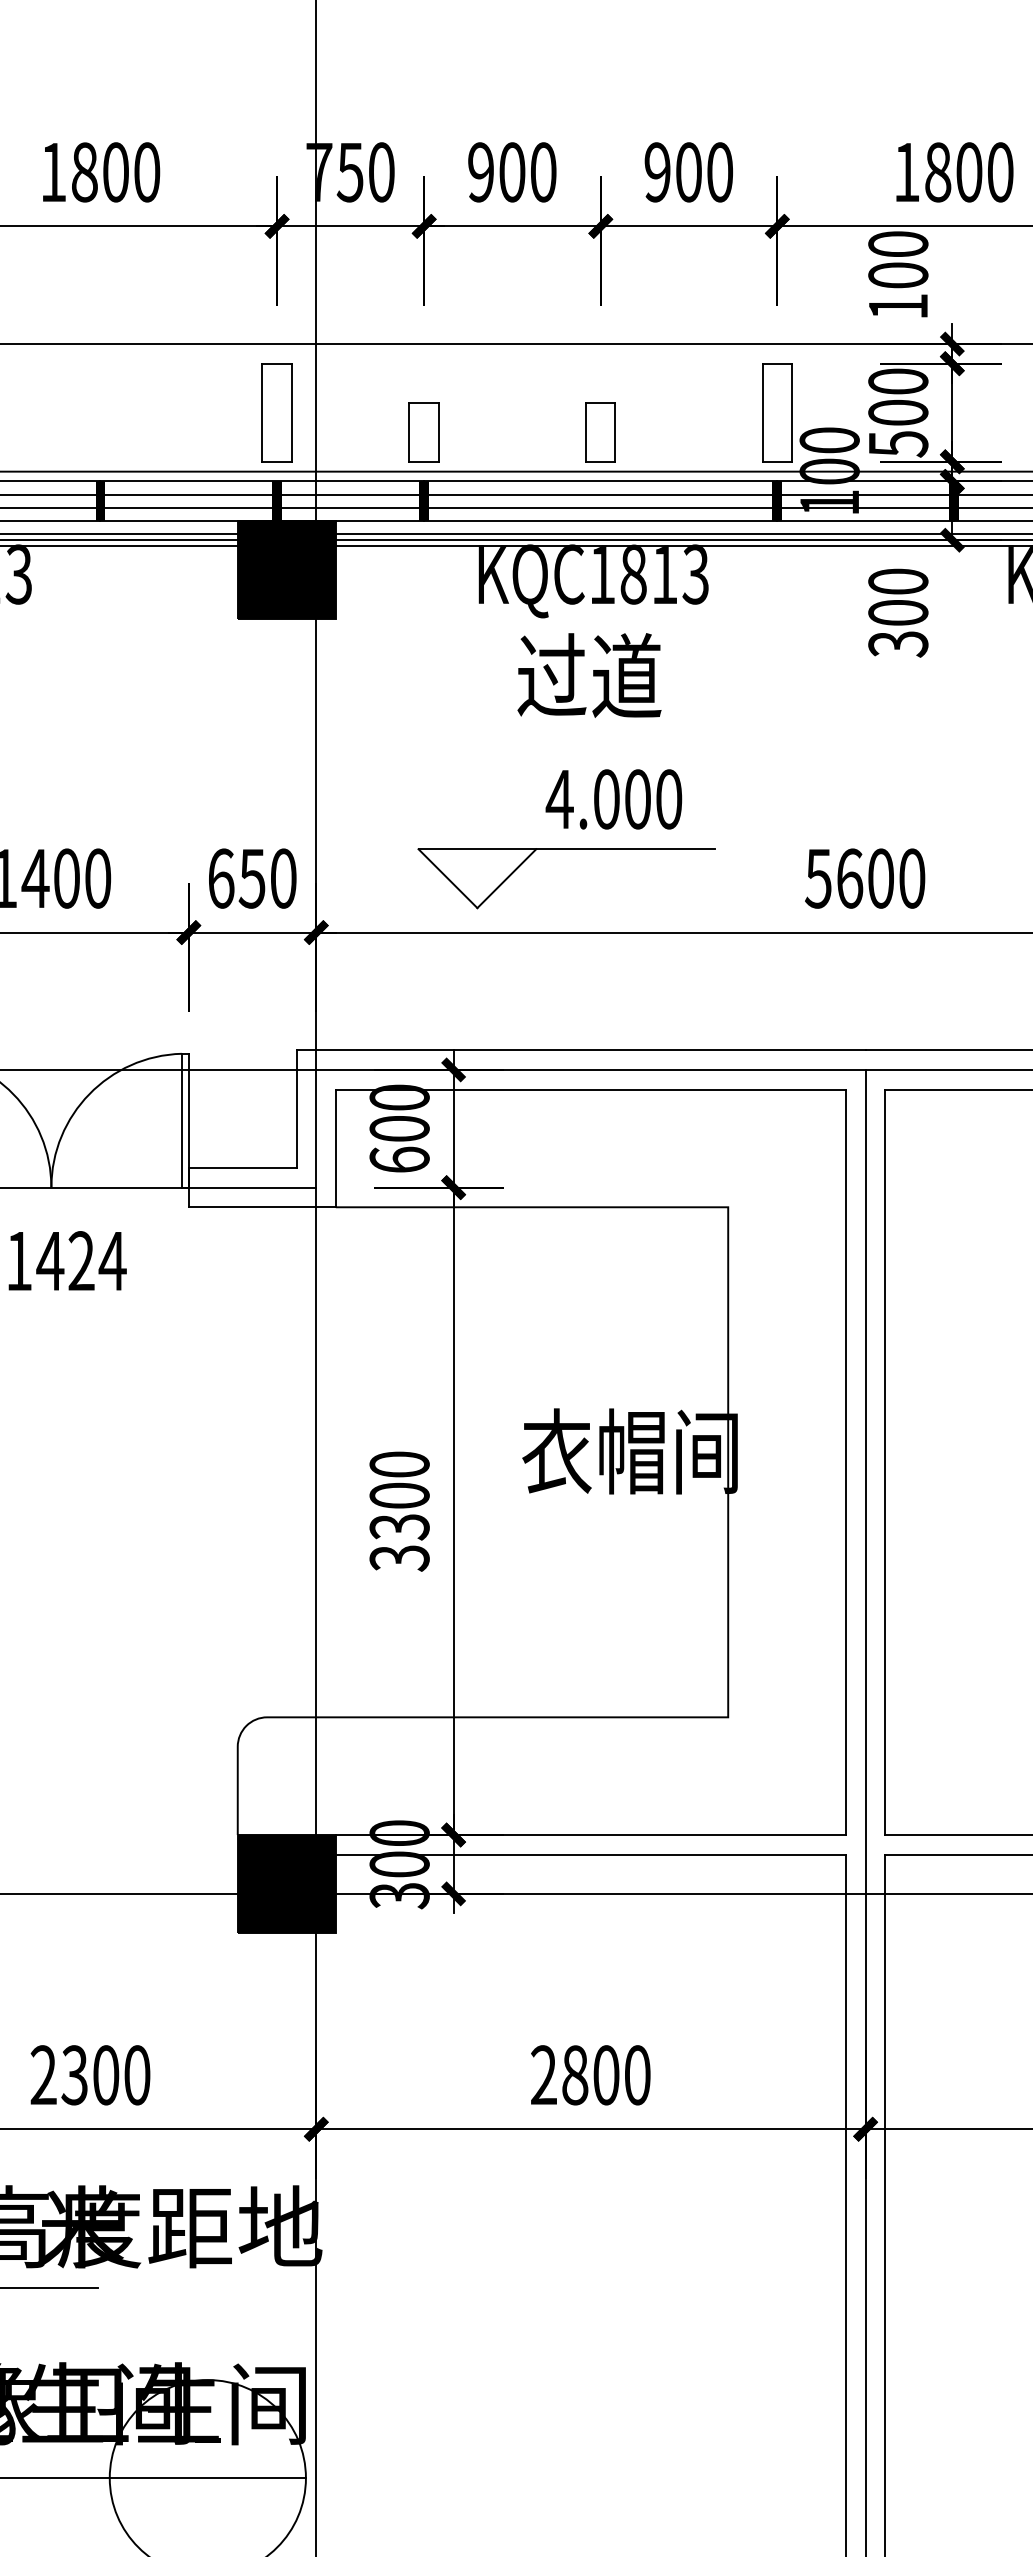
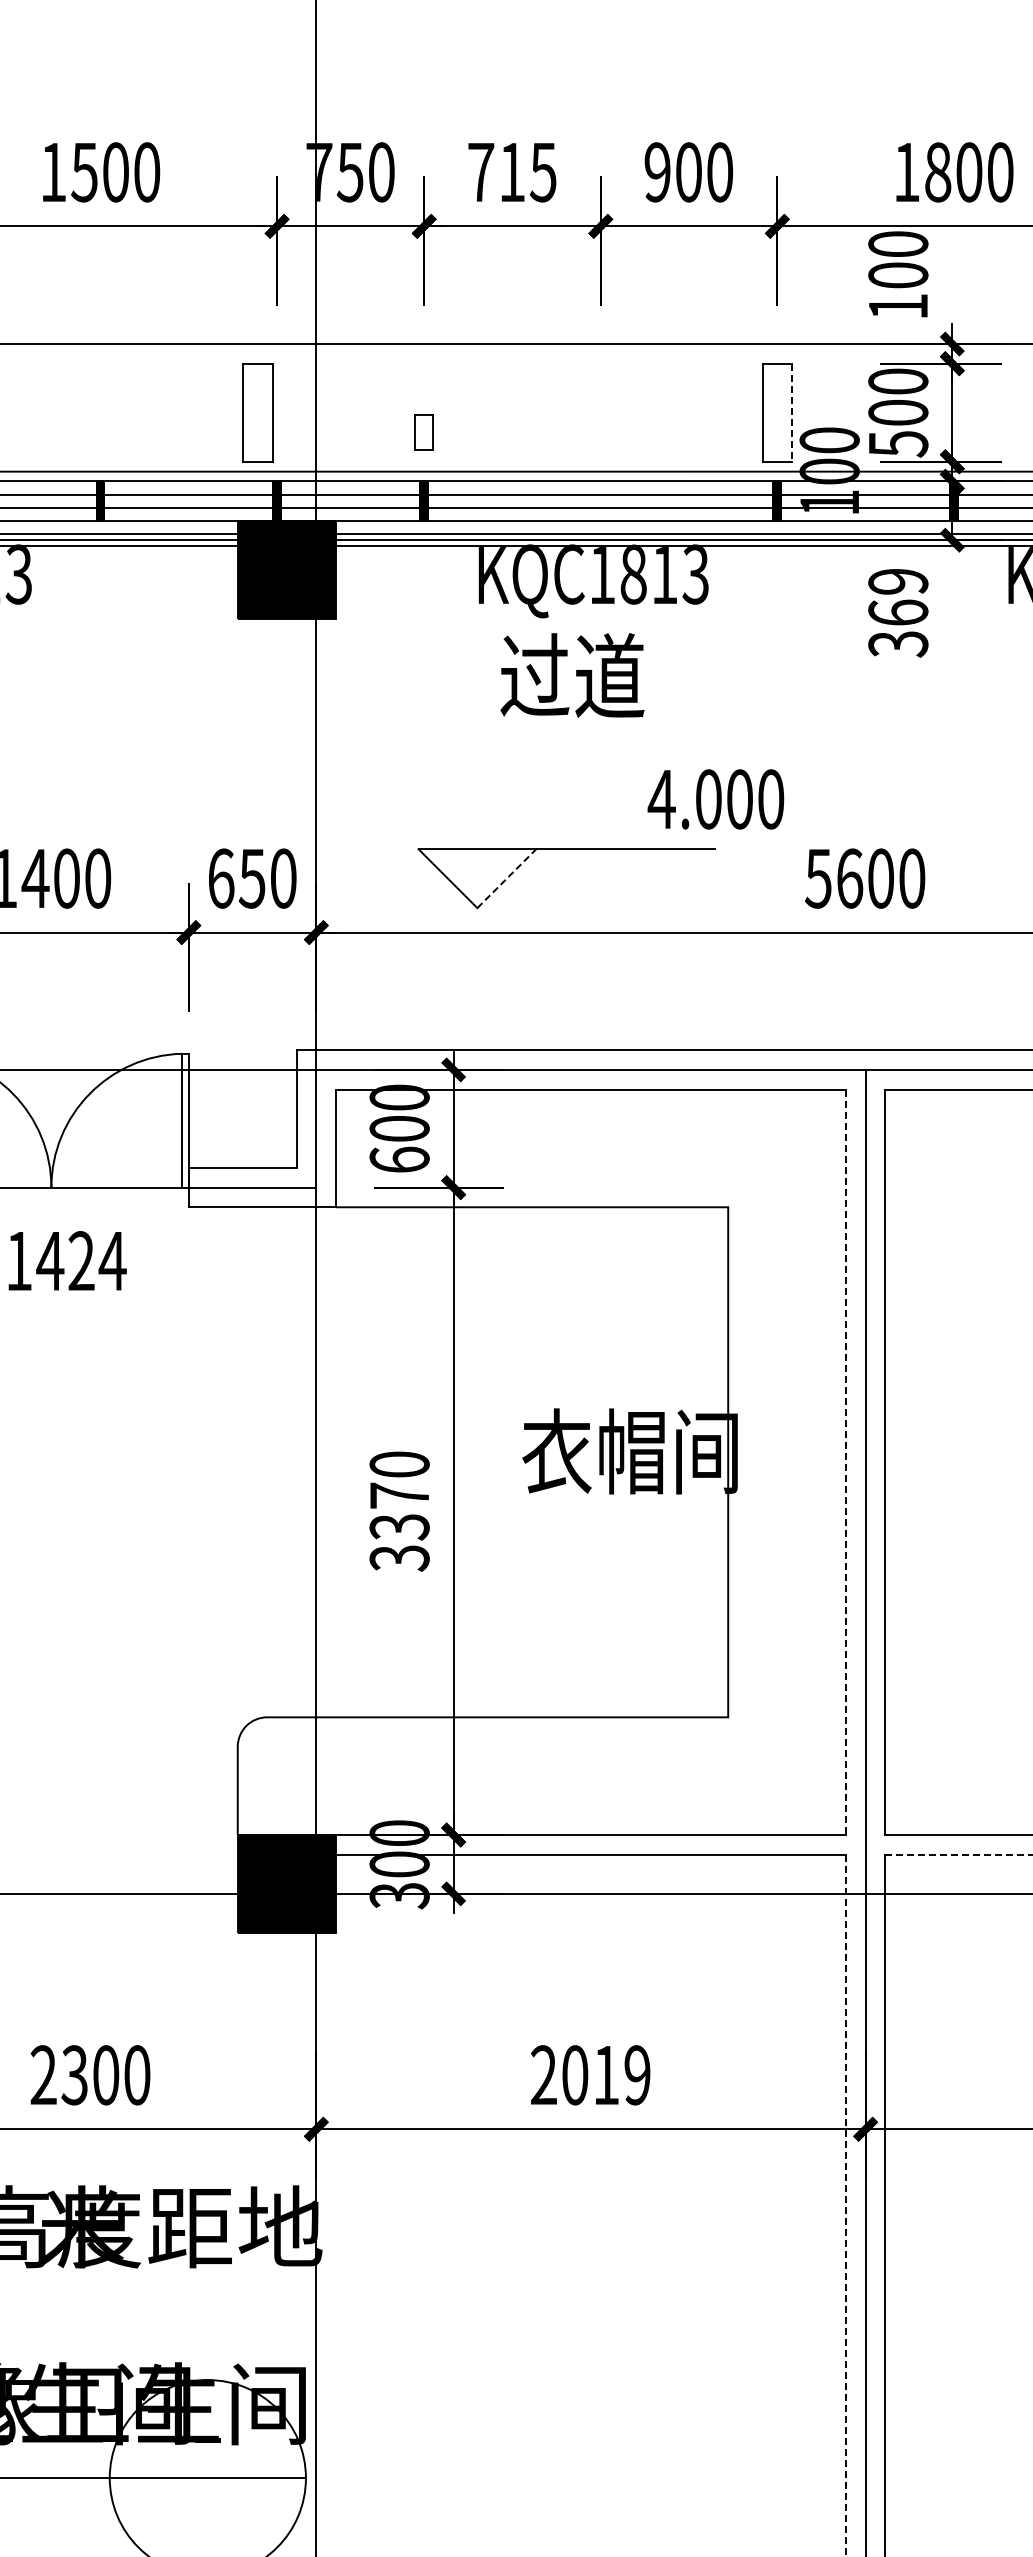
text at (84, 172): 1800 -> 1500
text at (512, 172): 900 -> 715
part at (276, 412) position: (276, 412) -> (257, 412)
line at (791, 413): solid -> dashed
part at (423, 432) size: 32x61 px -> 20x37 px
part at (600, 432): present -> none
text at (898, 596): 300 -> 369
text at (589, 675) position: (589, 675) -> (572, 675)
text at (613, 799) position: (613, 799) -> (715, 799)
line at (506, 878): solid -> dashed
line at (845, 1462): solid -> dashed
text at (399, 1495): 3300 -> 3370
line at (959, 1854): solid -> dashed
text at (606, 2075): 2800 -> 2019
line at (845, 2205): solid -> dashed
line at (50, 2288): present -> none
